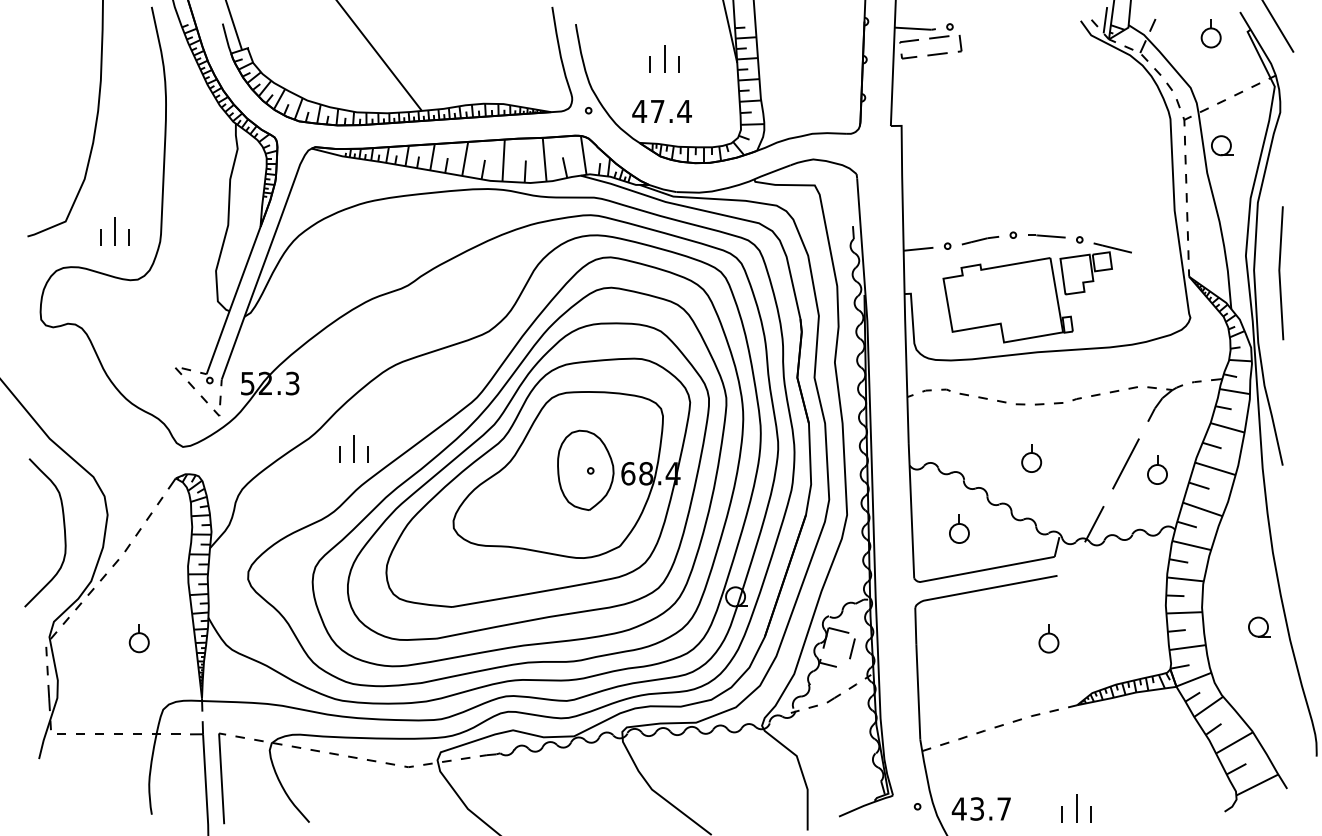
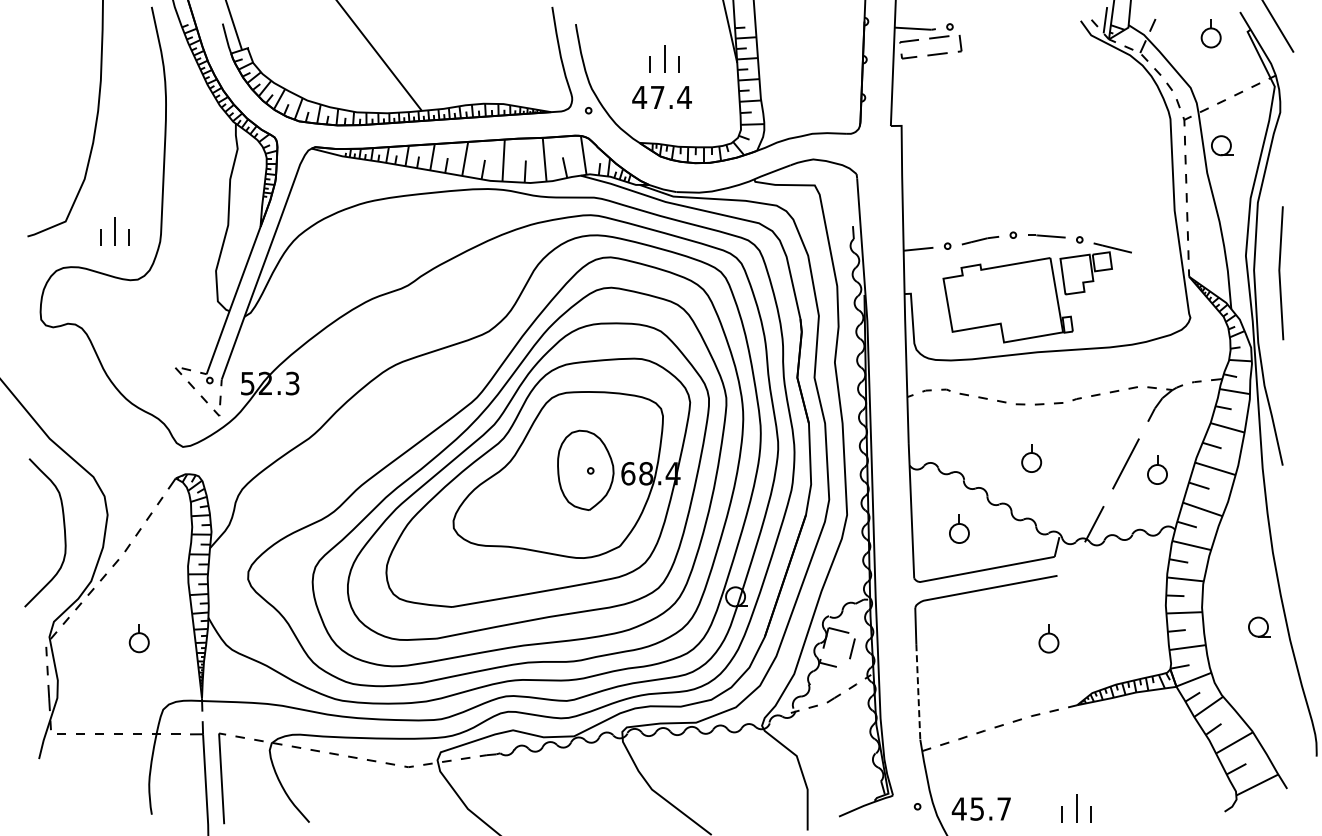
text at (661, 111) position: (661, 111) -> (661, 97)
part at (353, 448): present -> none
line at (918, 691): solid -> dashed
text at (977, 808): 43.7 -> 45.7
